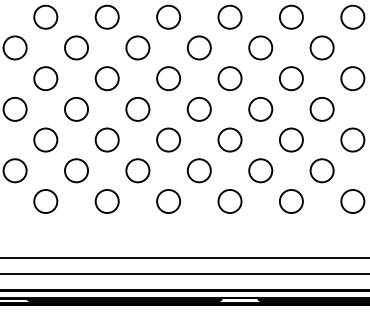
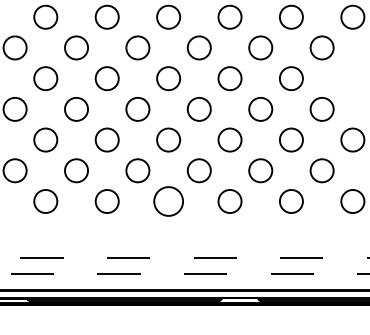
circle at (352, 78): present -> none
circle at (168, 201) size: 25x25 px -> 31x31 px
line at (184, 258): solid -> dashed
line at (184, 274): solid -> dashed
